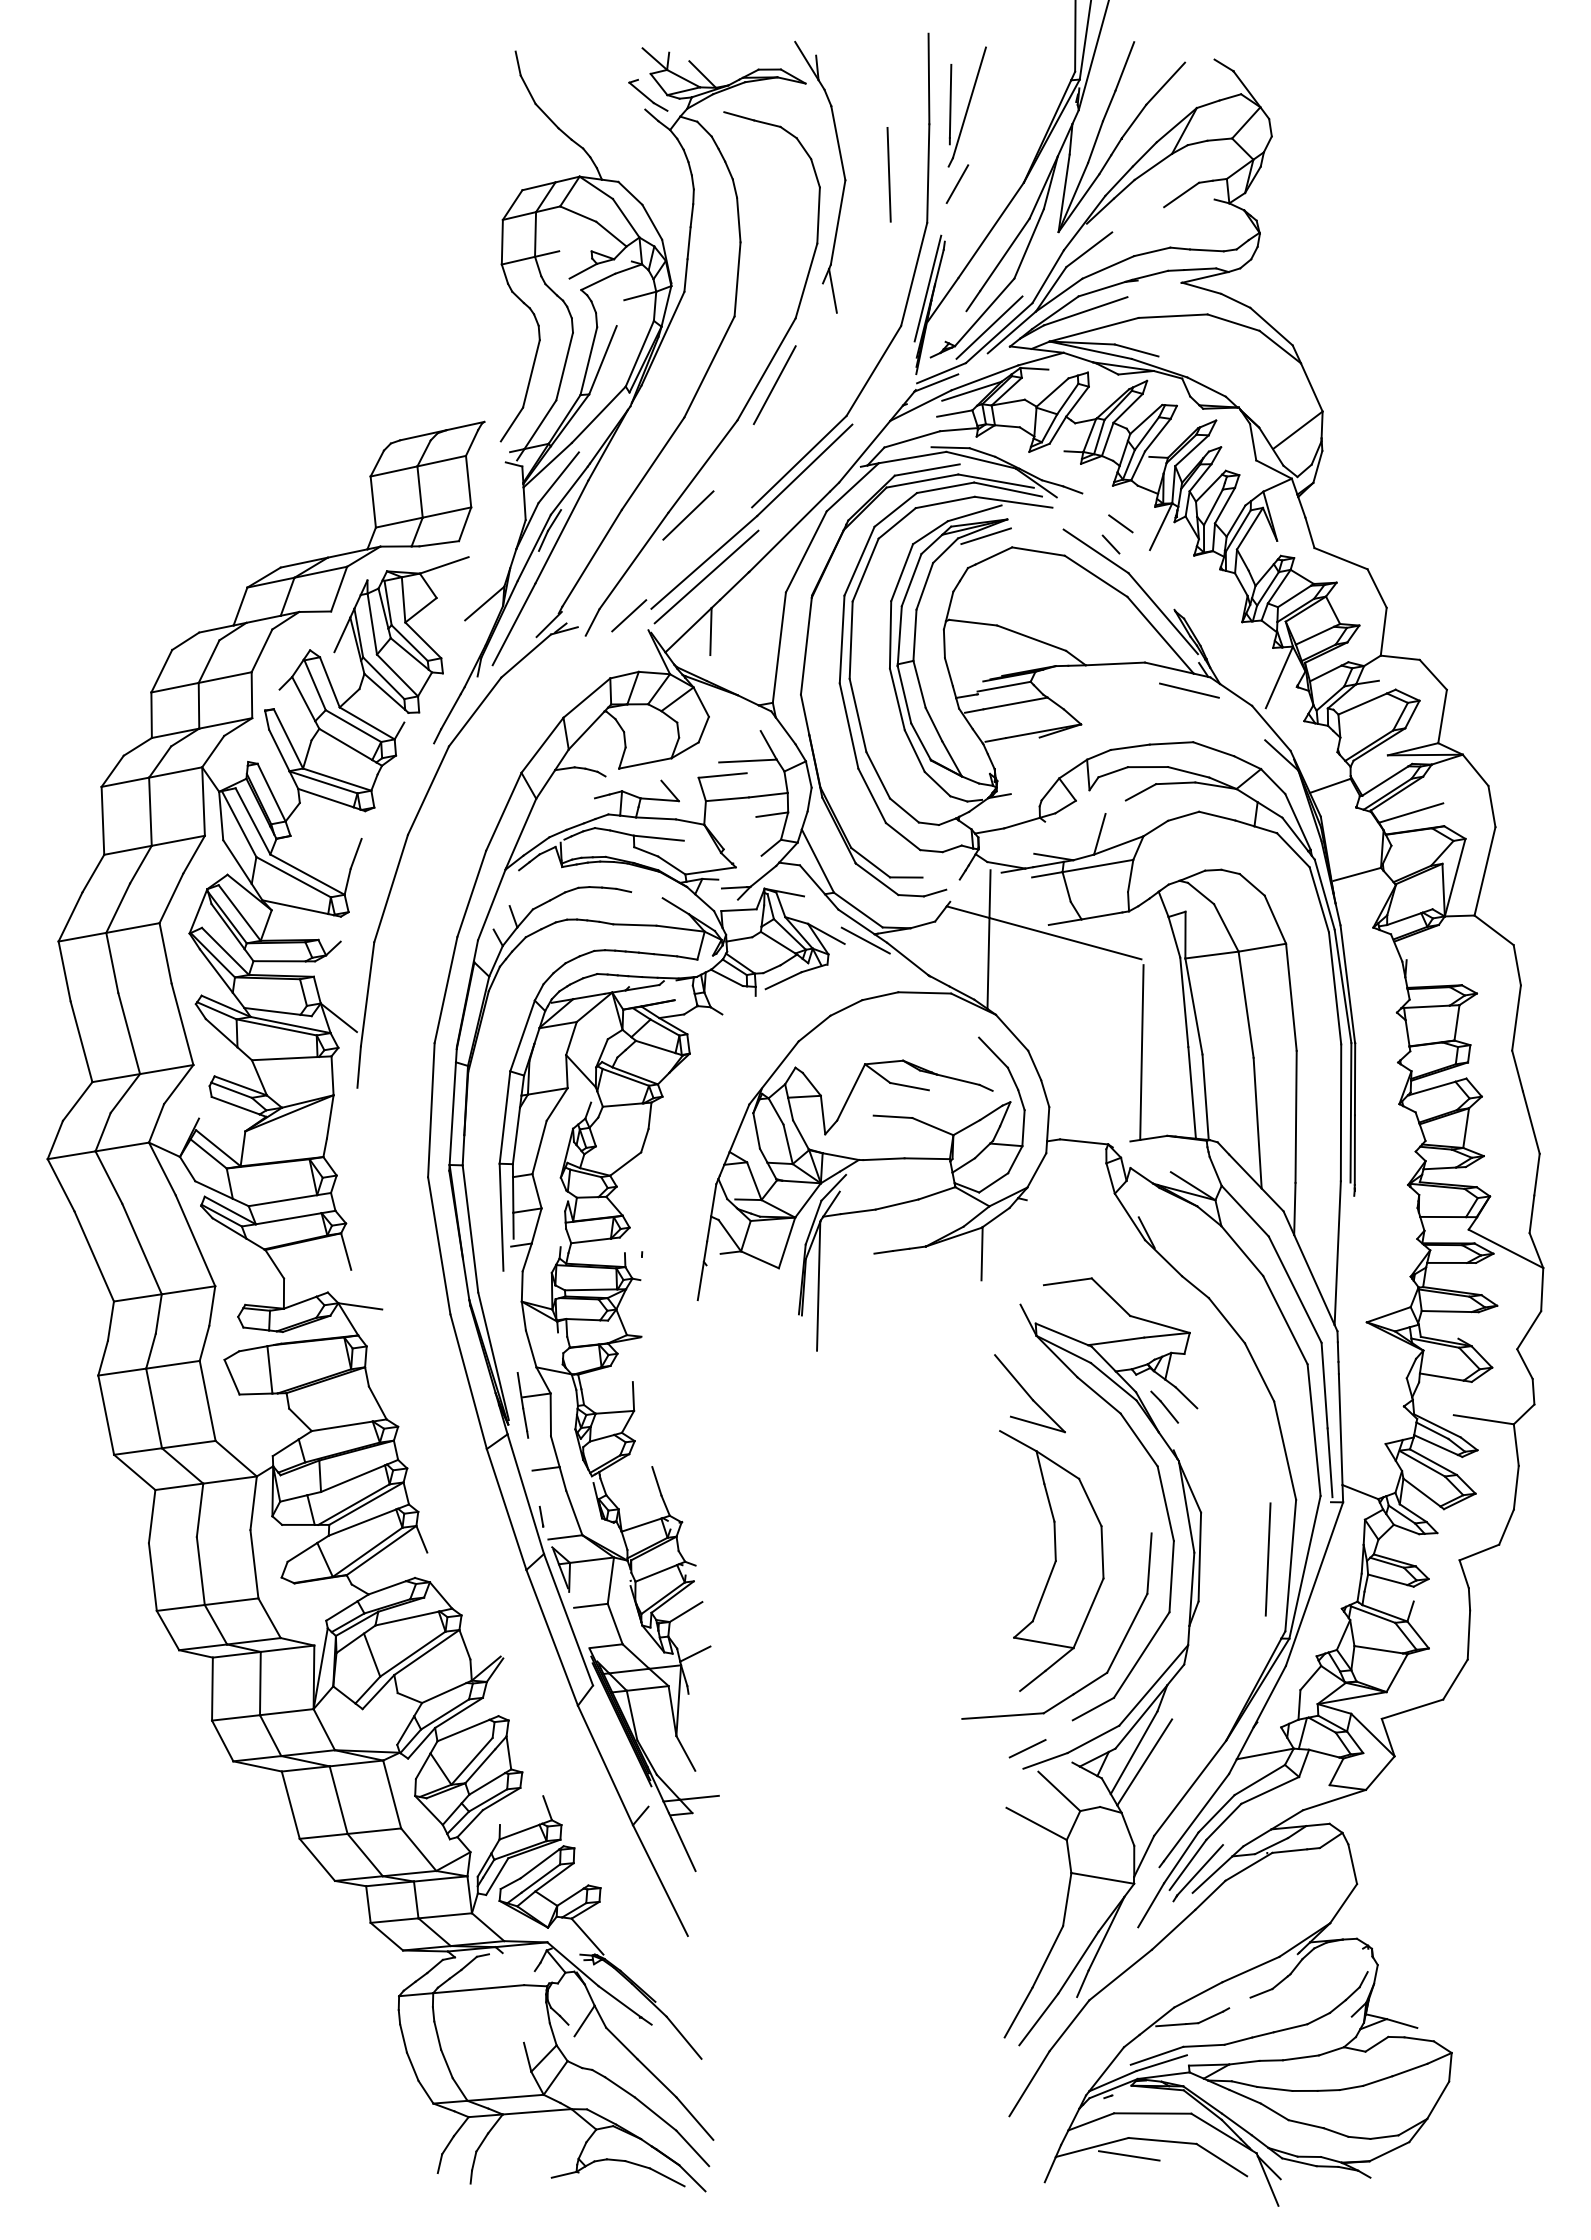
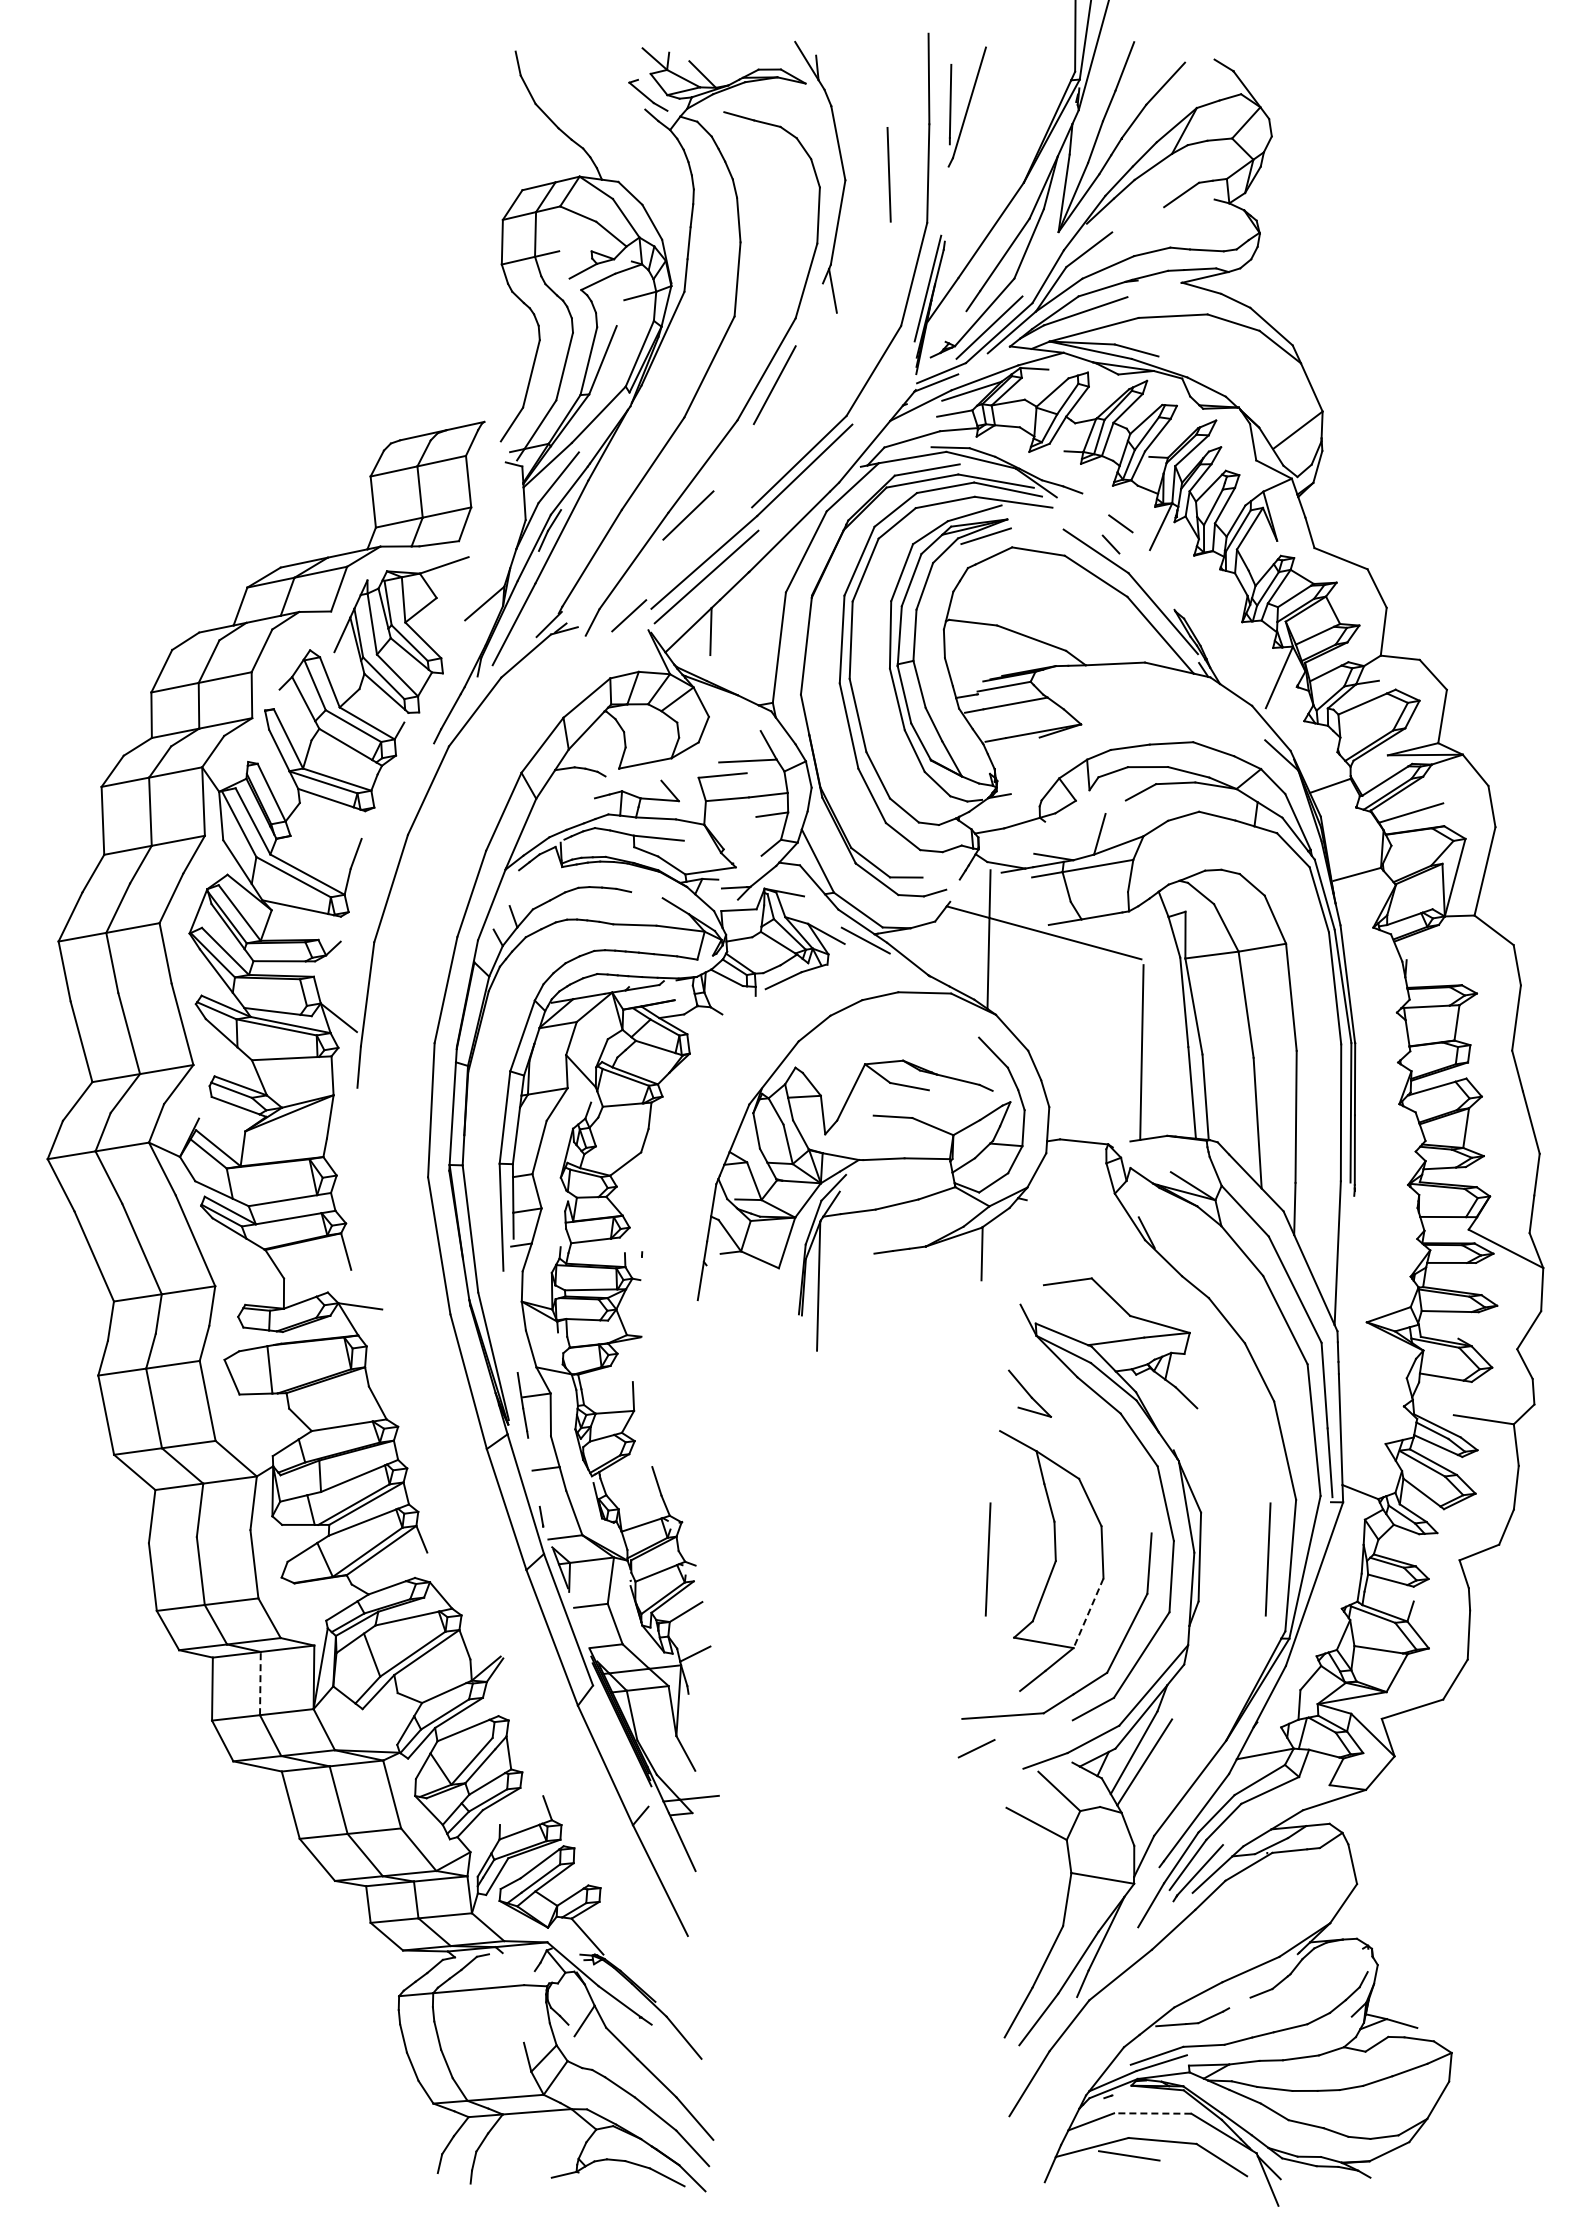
line at (957, 184): present -> none
line at (1189, 690): present -> none
part at (1029, 1393) size: 72x80 px -> 45x49 px
line at (1164, 1406): present -> none
line at (987, 1559): none -> present
line at (1088, 1613): solid -> dashed
line at (260, 1683): solid -> dashed
line at (1027, 1748) position: (1027, 1748) -> (976, 1748)
line at (1152, 2113): solid -> dashed
